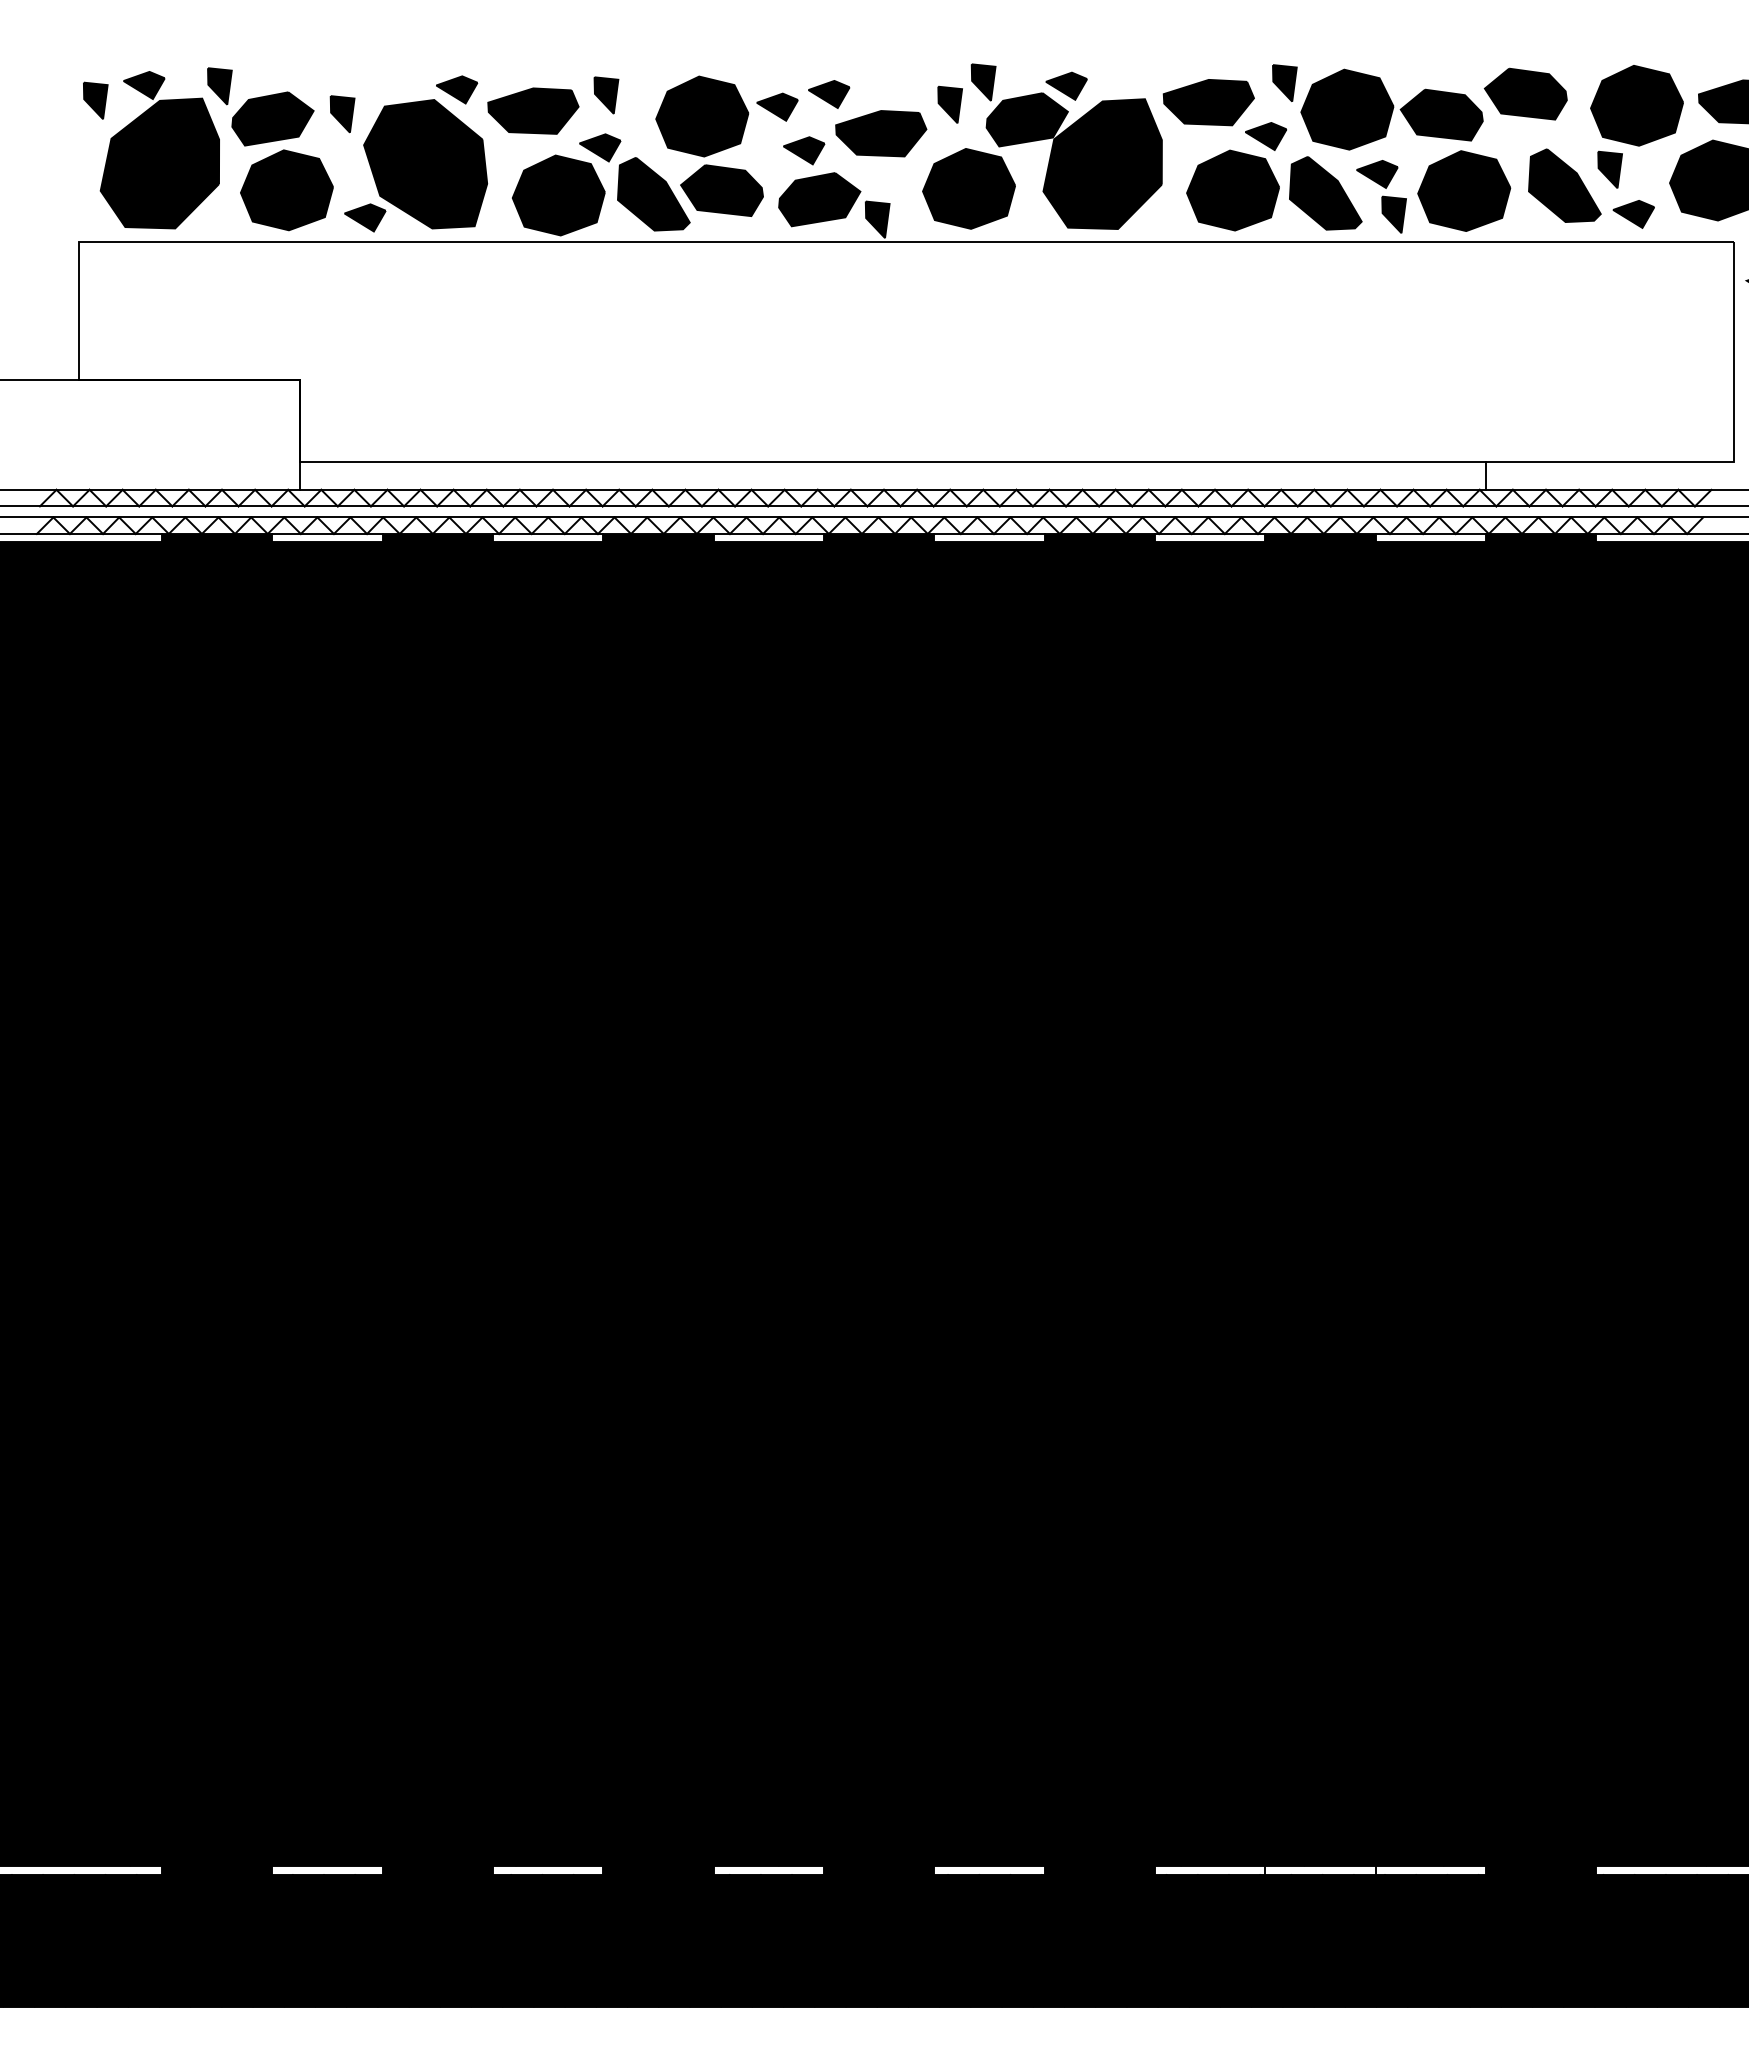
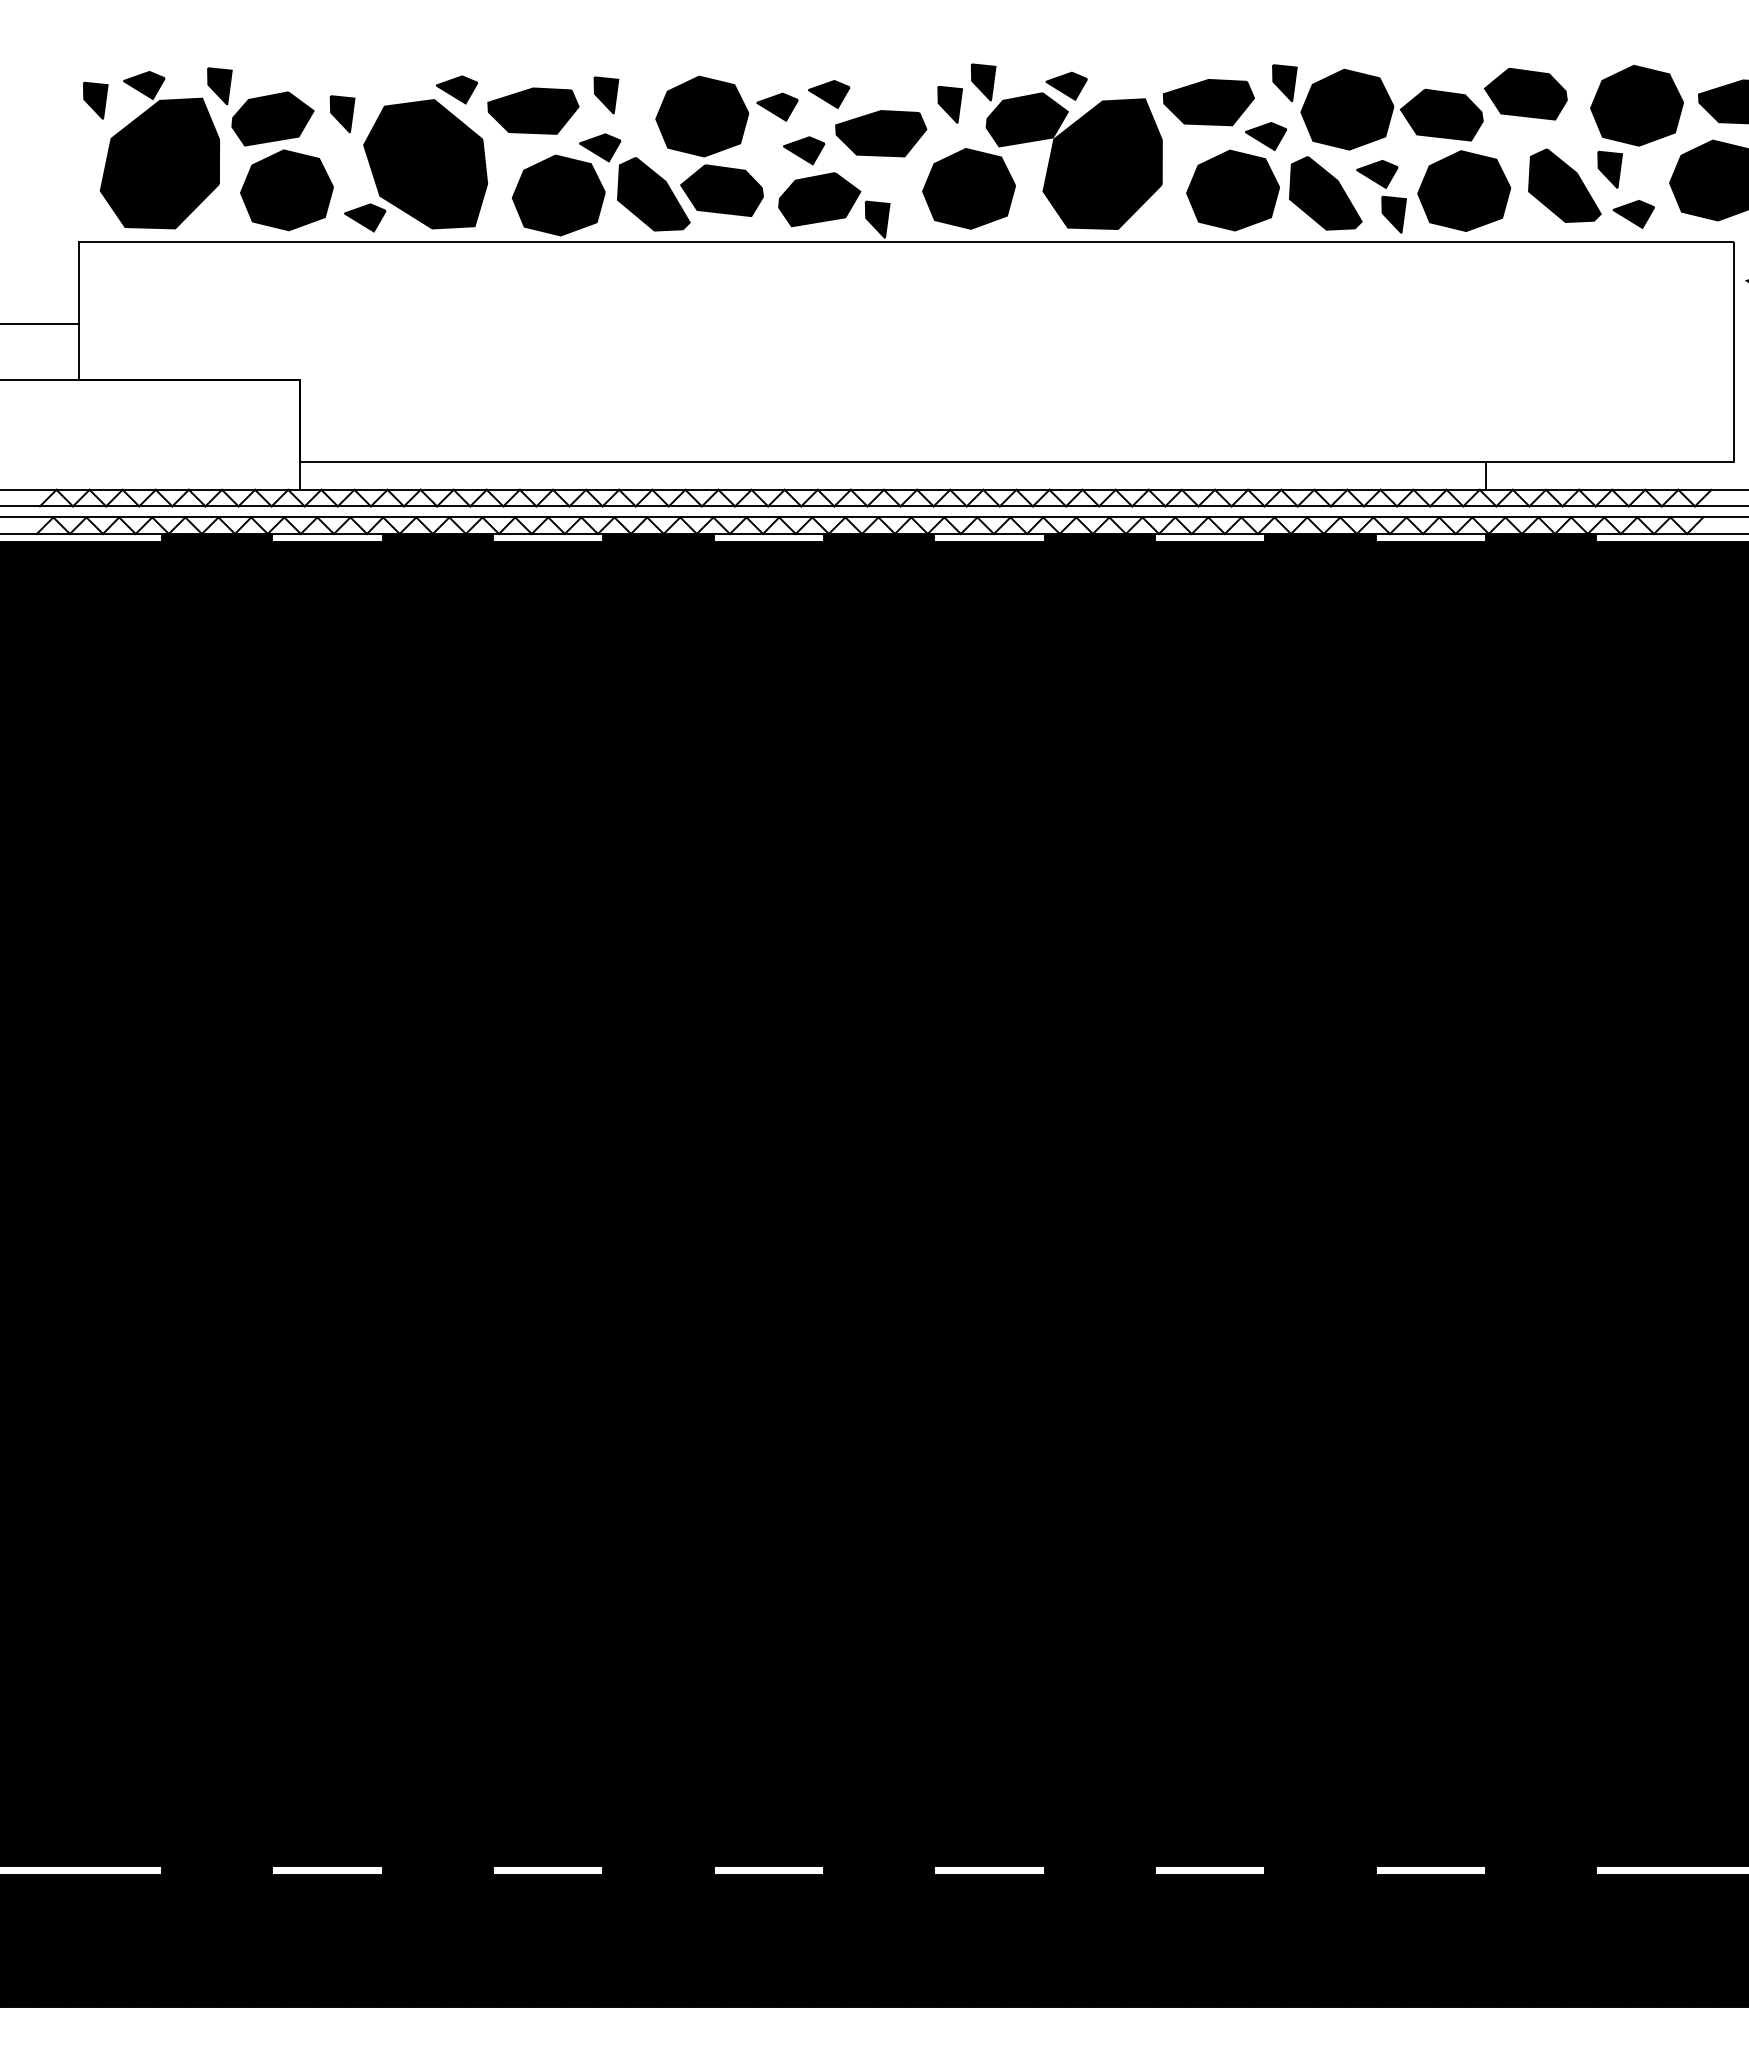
line at (40, 324): none -> present
fill at (1320, 1870): none -> present
